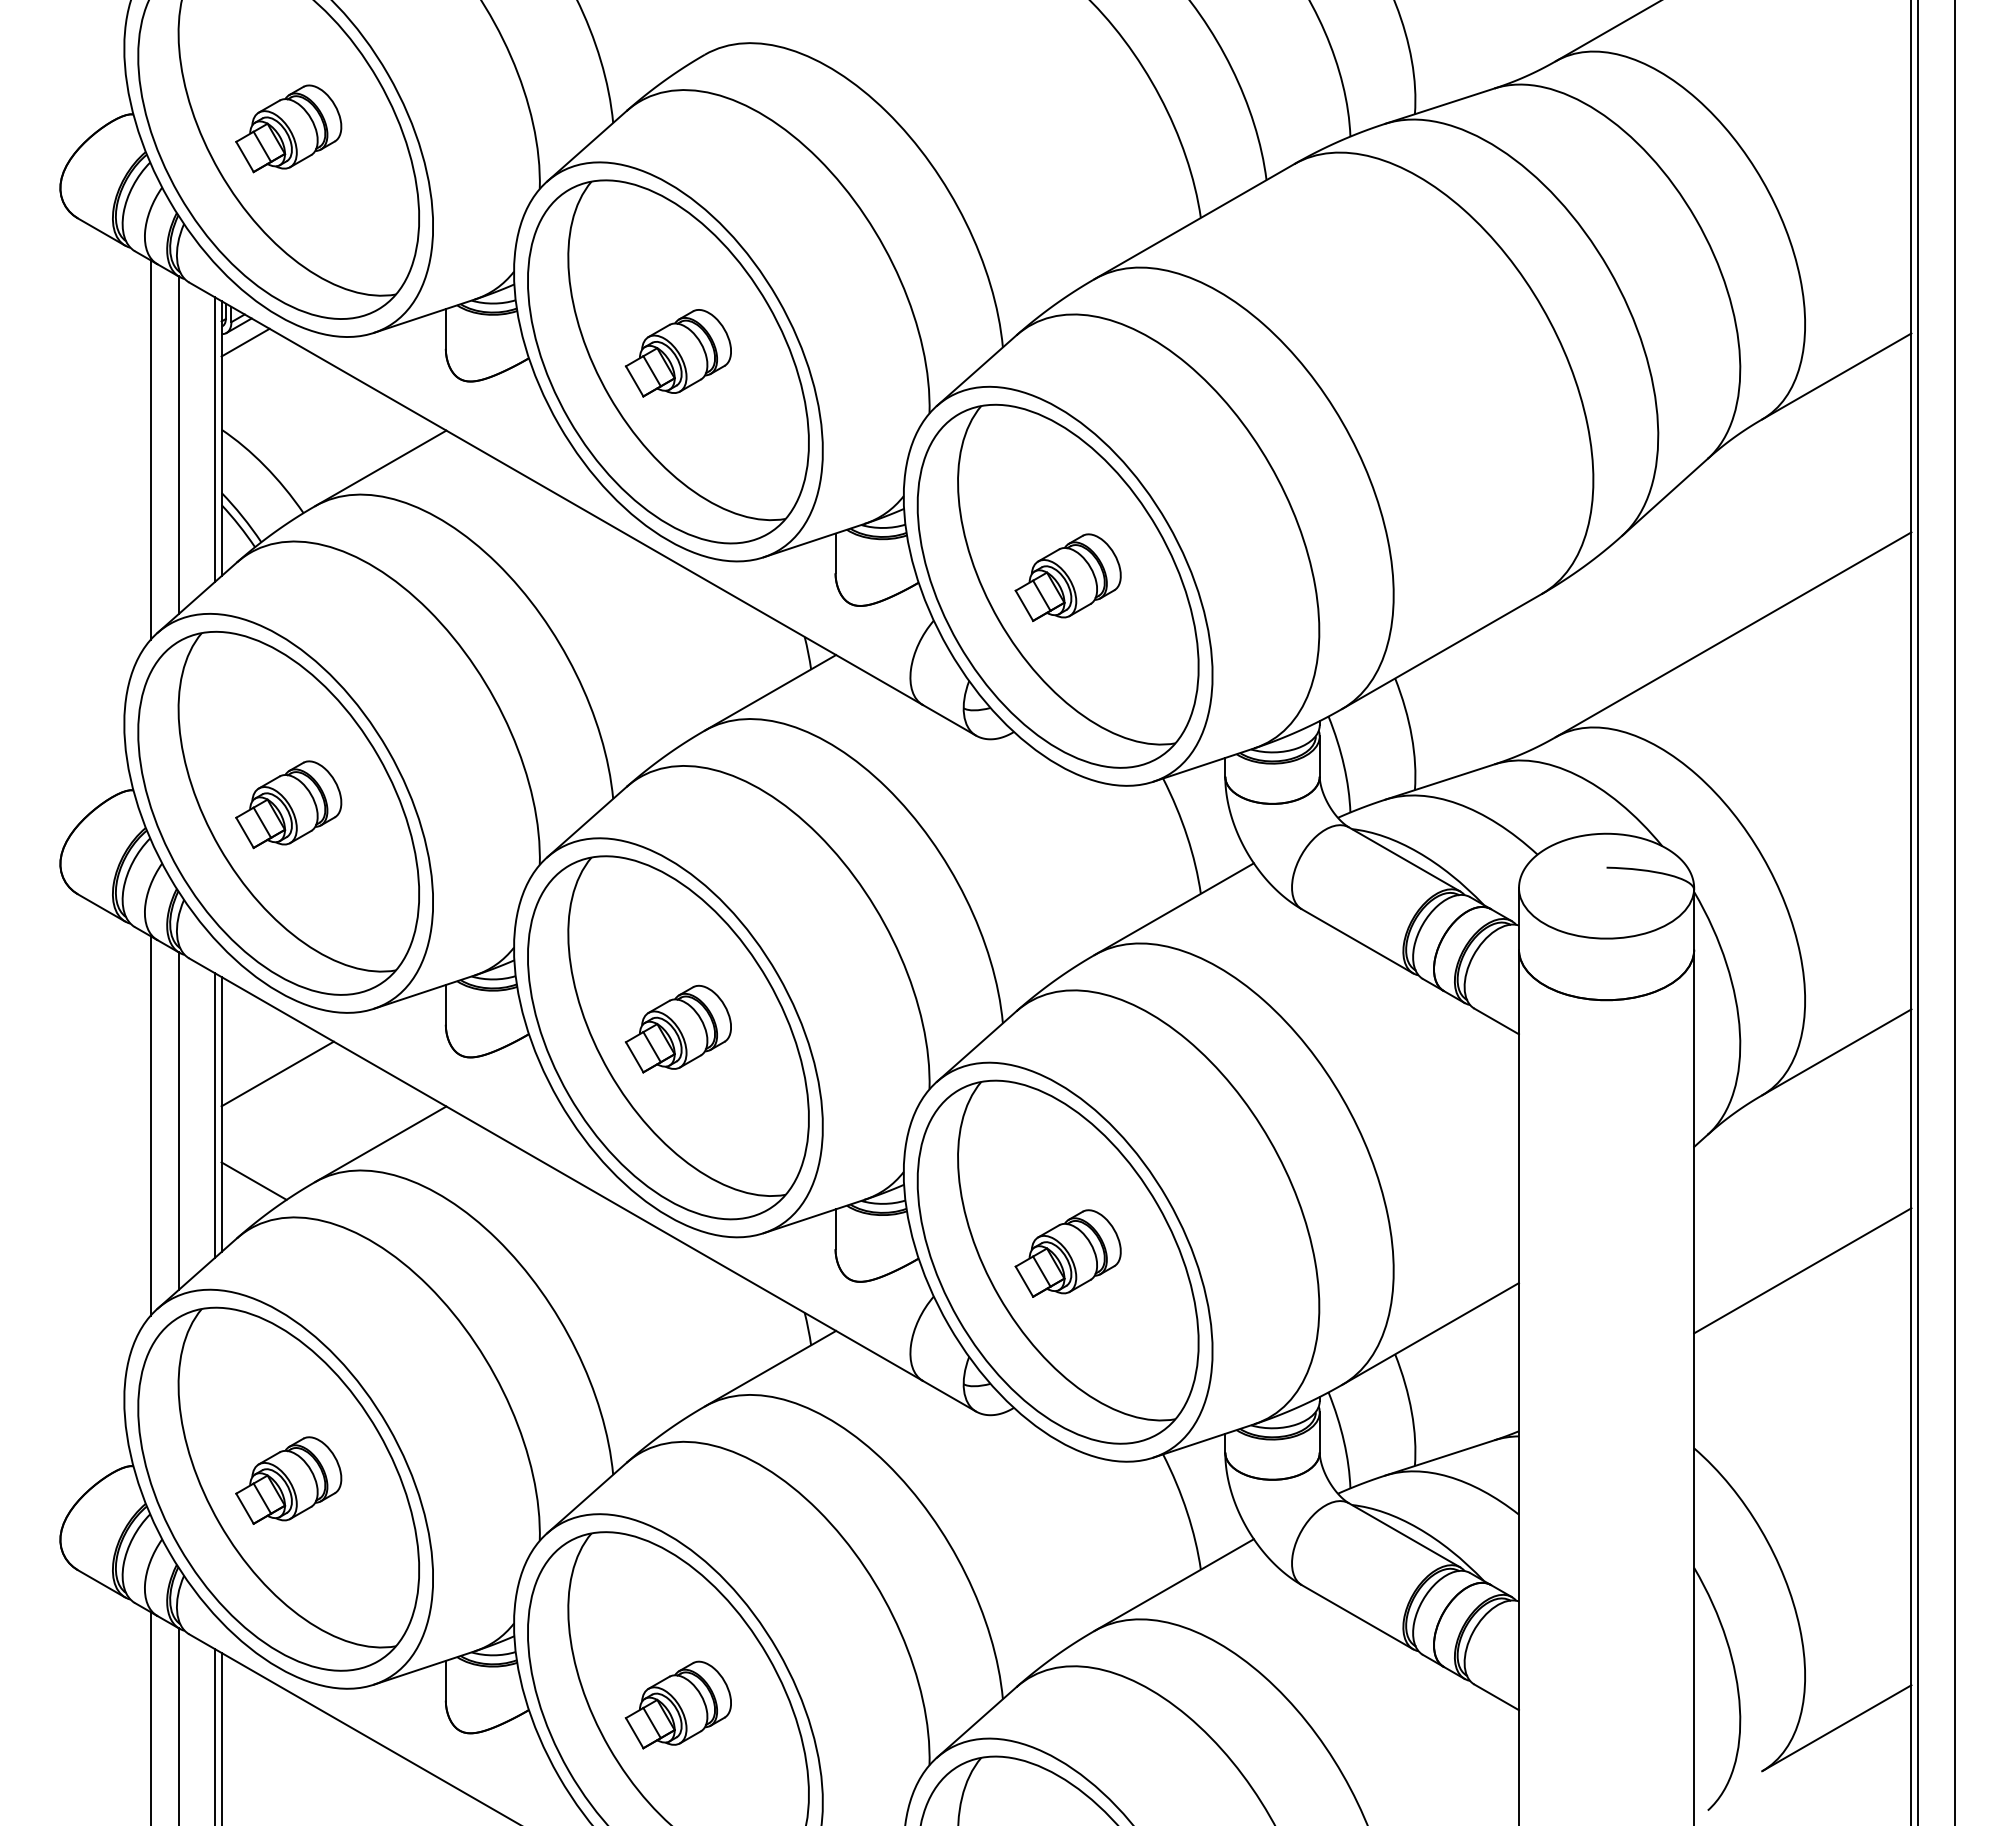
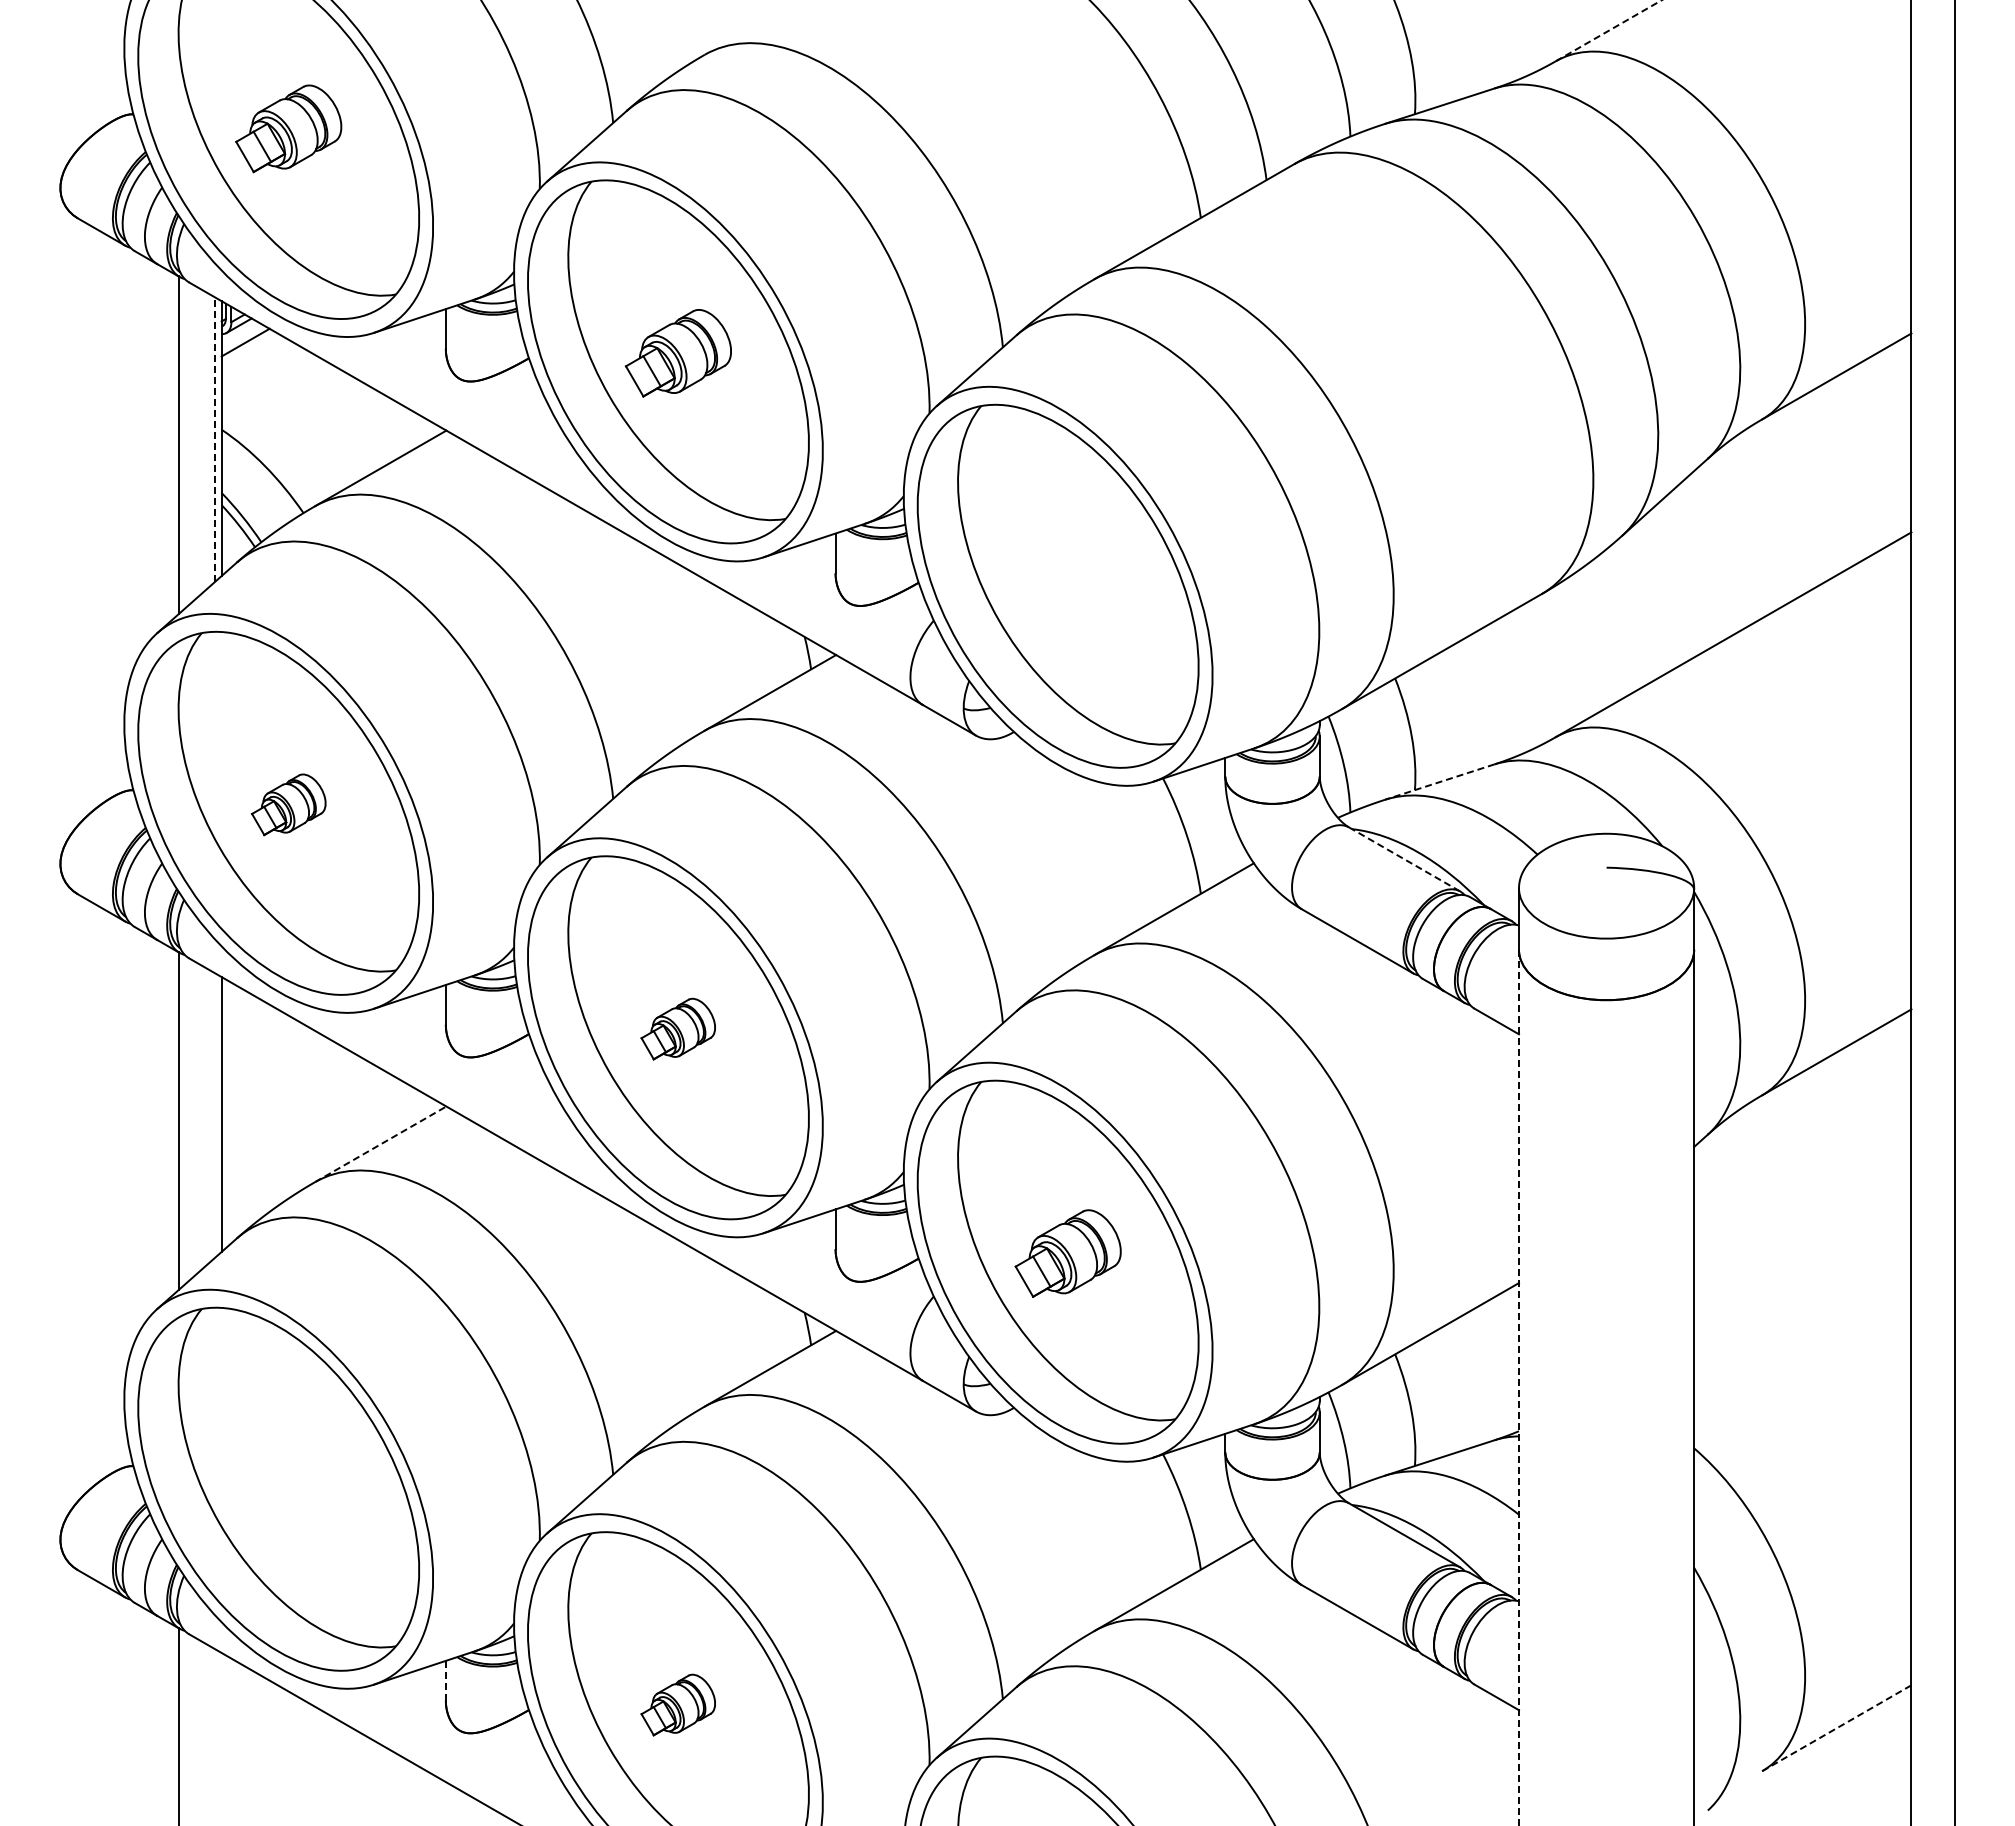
line at (1609, 30): solid -> dashed
line at (214, 439): solid -> dashed
line at (150, 449): present -> none
part at (1067, 577): present -> none
line at (1439, 782): solid -> dashed
part at (288, 804) size: 108x90 px -> 76x64 px
line at (1405, 859): solid -> dashed
line at (1918, 912): present -> none
part at (677, 1028) size: 108x90 px -> 76x64 px
line at (277, 1073): present -> none
line at (214, 1115): present -> none
line at (150, 1125): present -> none
line at (380, 1144): solid -> dashed
line at (253, 1180): present -> none
line at (1802, 1270): present -> none
line at (1518, 1387): solid -> dashed
part at (288, 1480): present -> none
line at (445, 1680): solid -> dashed
part at (677, 1704) size: 108x90 px -> 76x64 px
line at (150, 1717): present -> none
line at (1837, 1728): solid -> dashed
line at (214, 1734): present -> none
line at (221, 1737): present -> none
